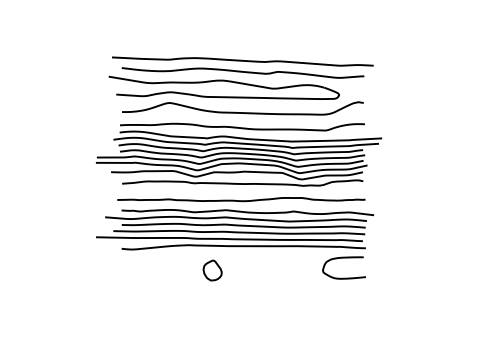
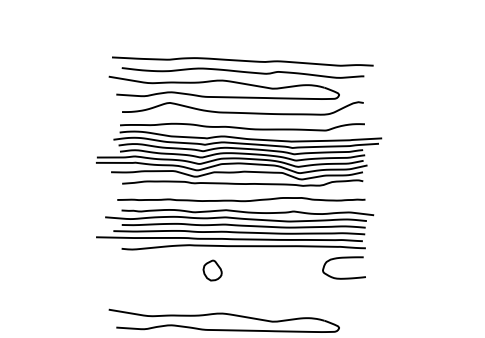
part at (223, 320): none -> present
